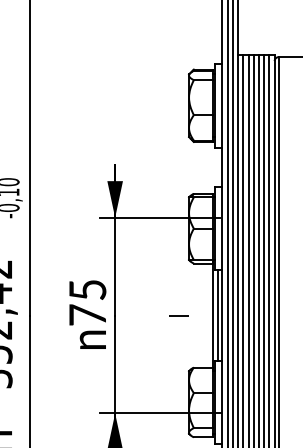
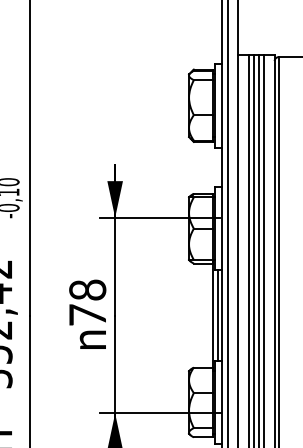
line at (232, 223): present -> none
line at (243, 249): present -> none
line at (269, 249): present -> none
text at (87, 289): 75 -> 78
line at (178, 315): present -> none
